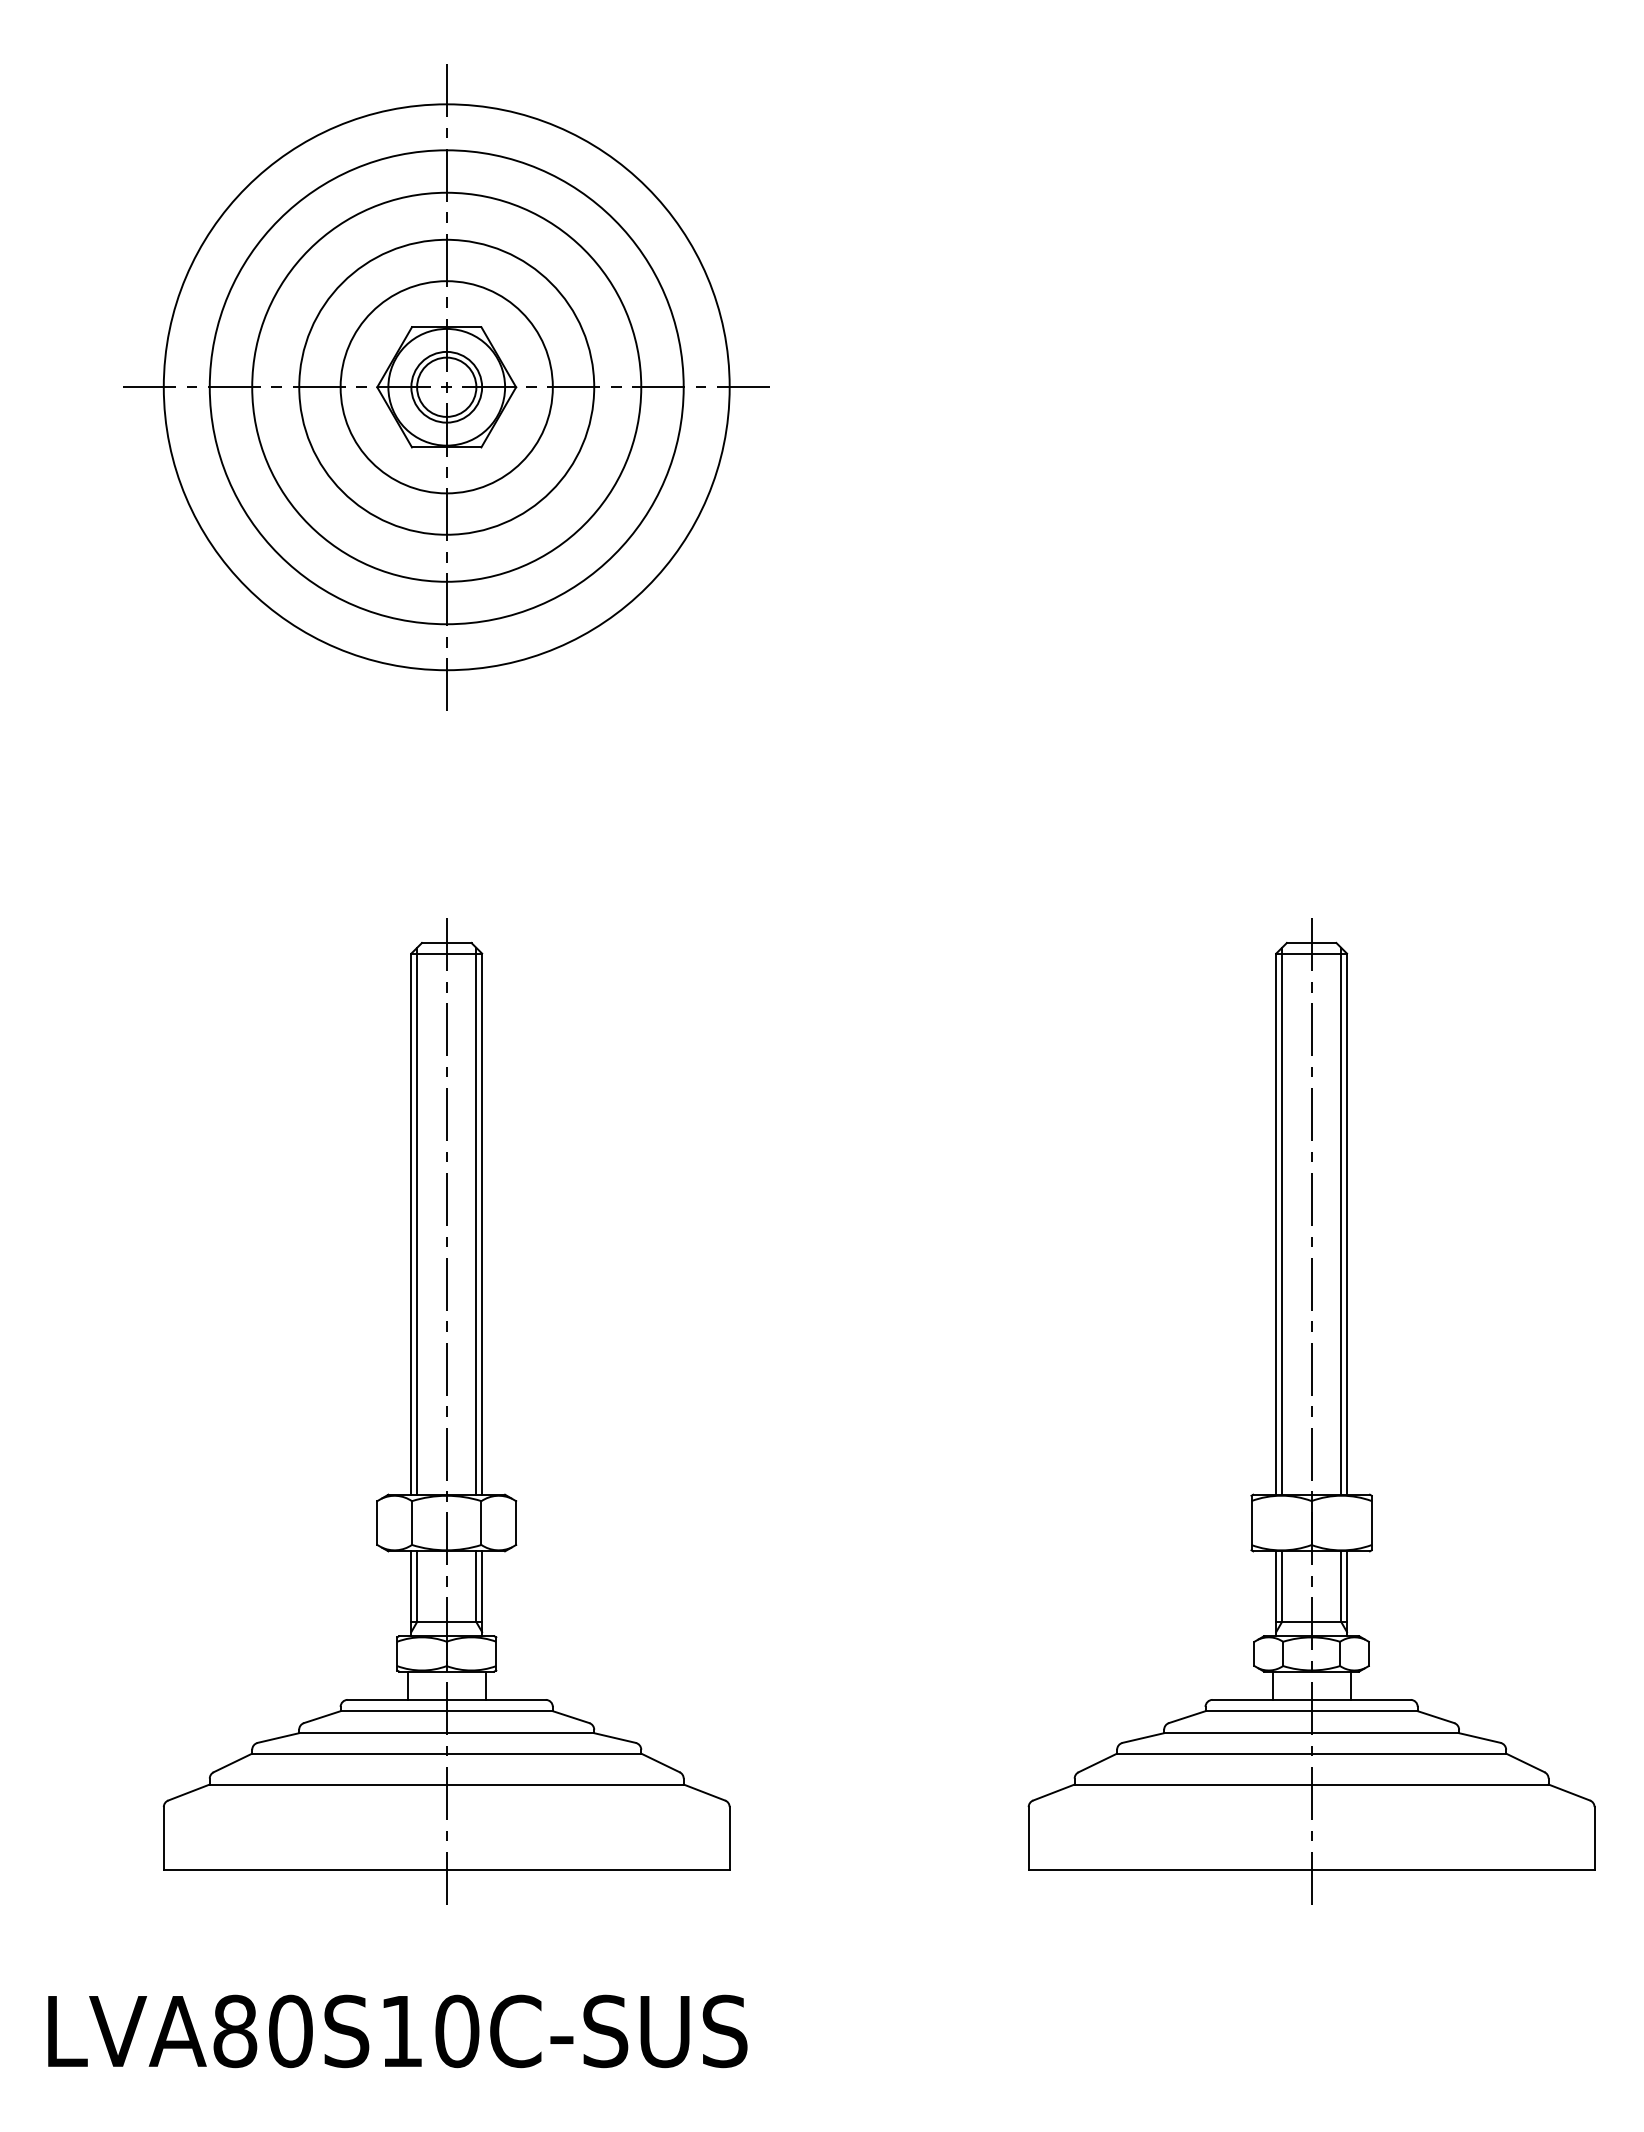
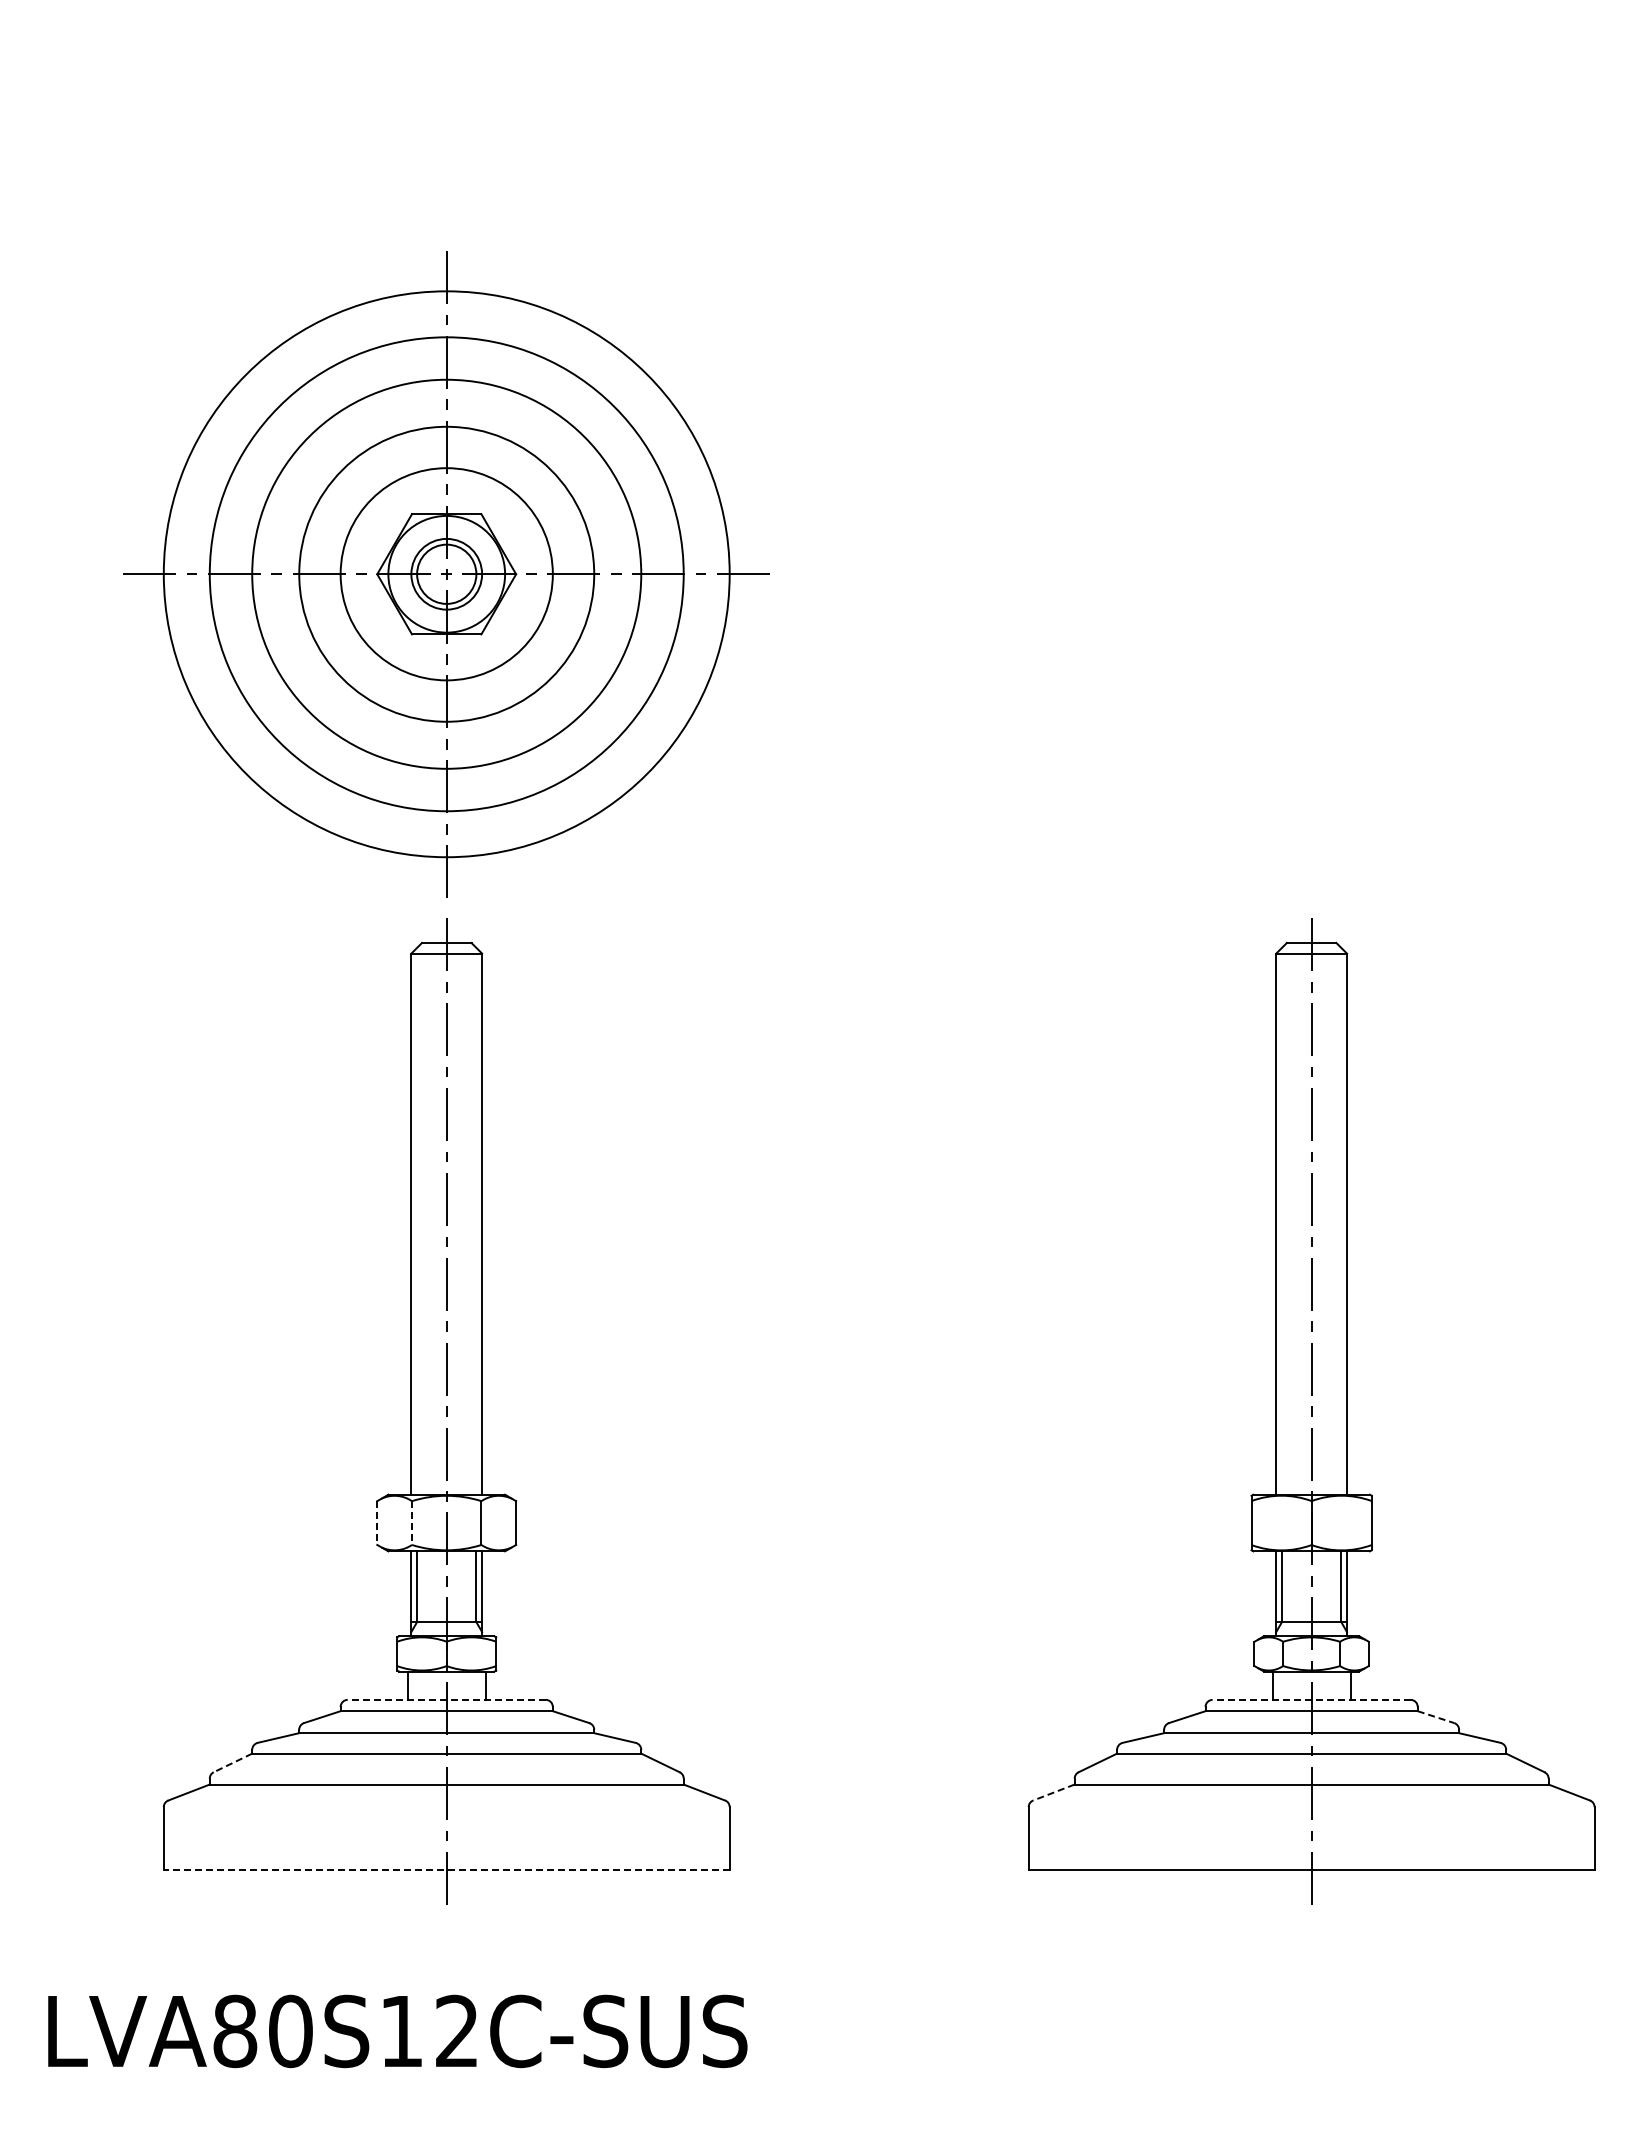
part at (446, 387) position: (446, 387) -> (446, 574)
line at (417, 1220): present -> none
line at (476, 1220): present -> none
line at (1282, 1220): present -> none
line at (1341, 1220): present -> none
line at (377, 1523): solid -> dashed
line at (412, 1523): solid -> dashed
line at (446, 1699): solid -> dashed
line at (1311, 1699): solid -> dashed
line at (1436, 1717): solid -> dashed
line at (232, 1763): solid -> dashed
line at (1053, 1792): solid -> dashed
line at (446, 1869): solid -> dashed
text at (457, 2031): LVA80S10C-SUS -> LVA80S12C-SUS
